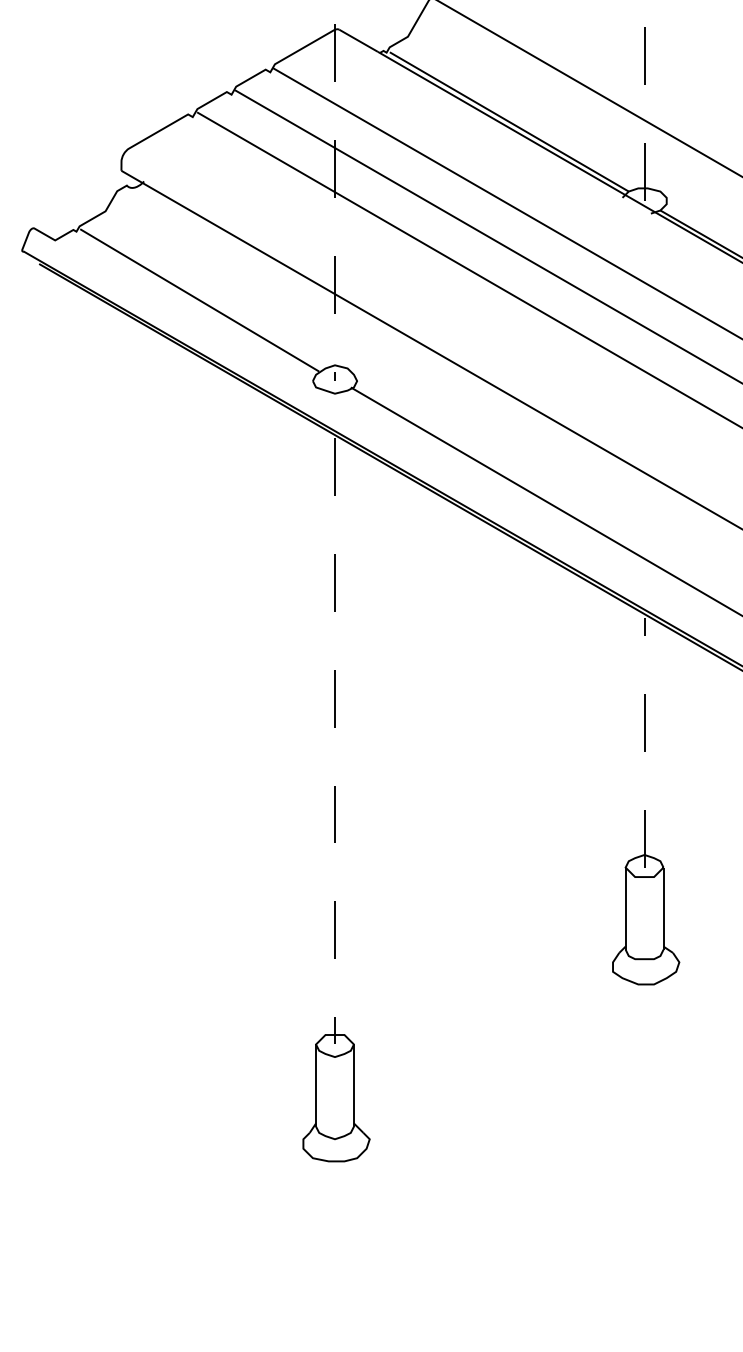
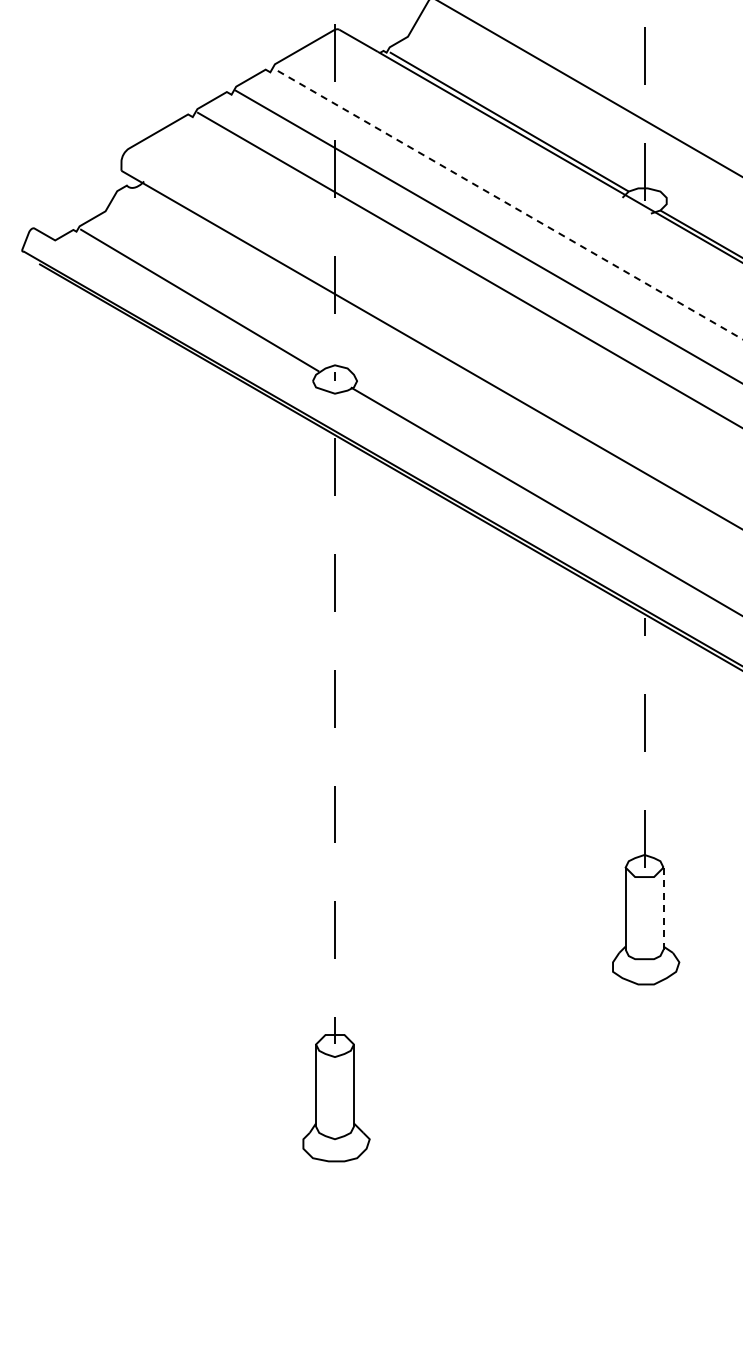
line at (507, 203): solid -> dashed
line at (663, 908): solid -> dashed
